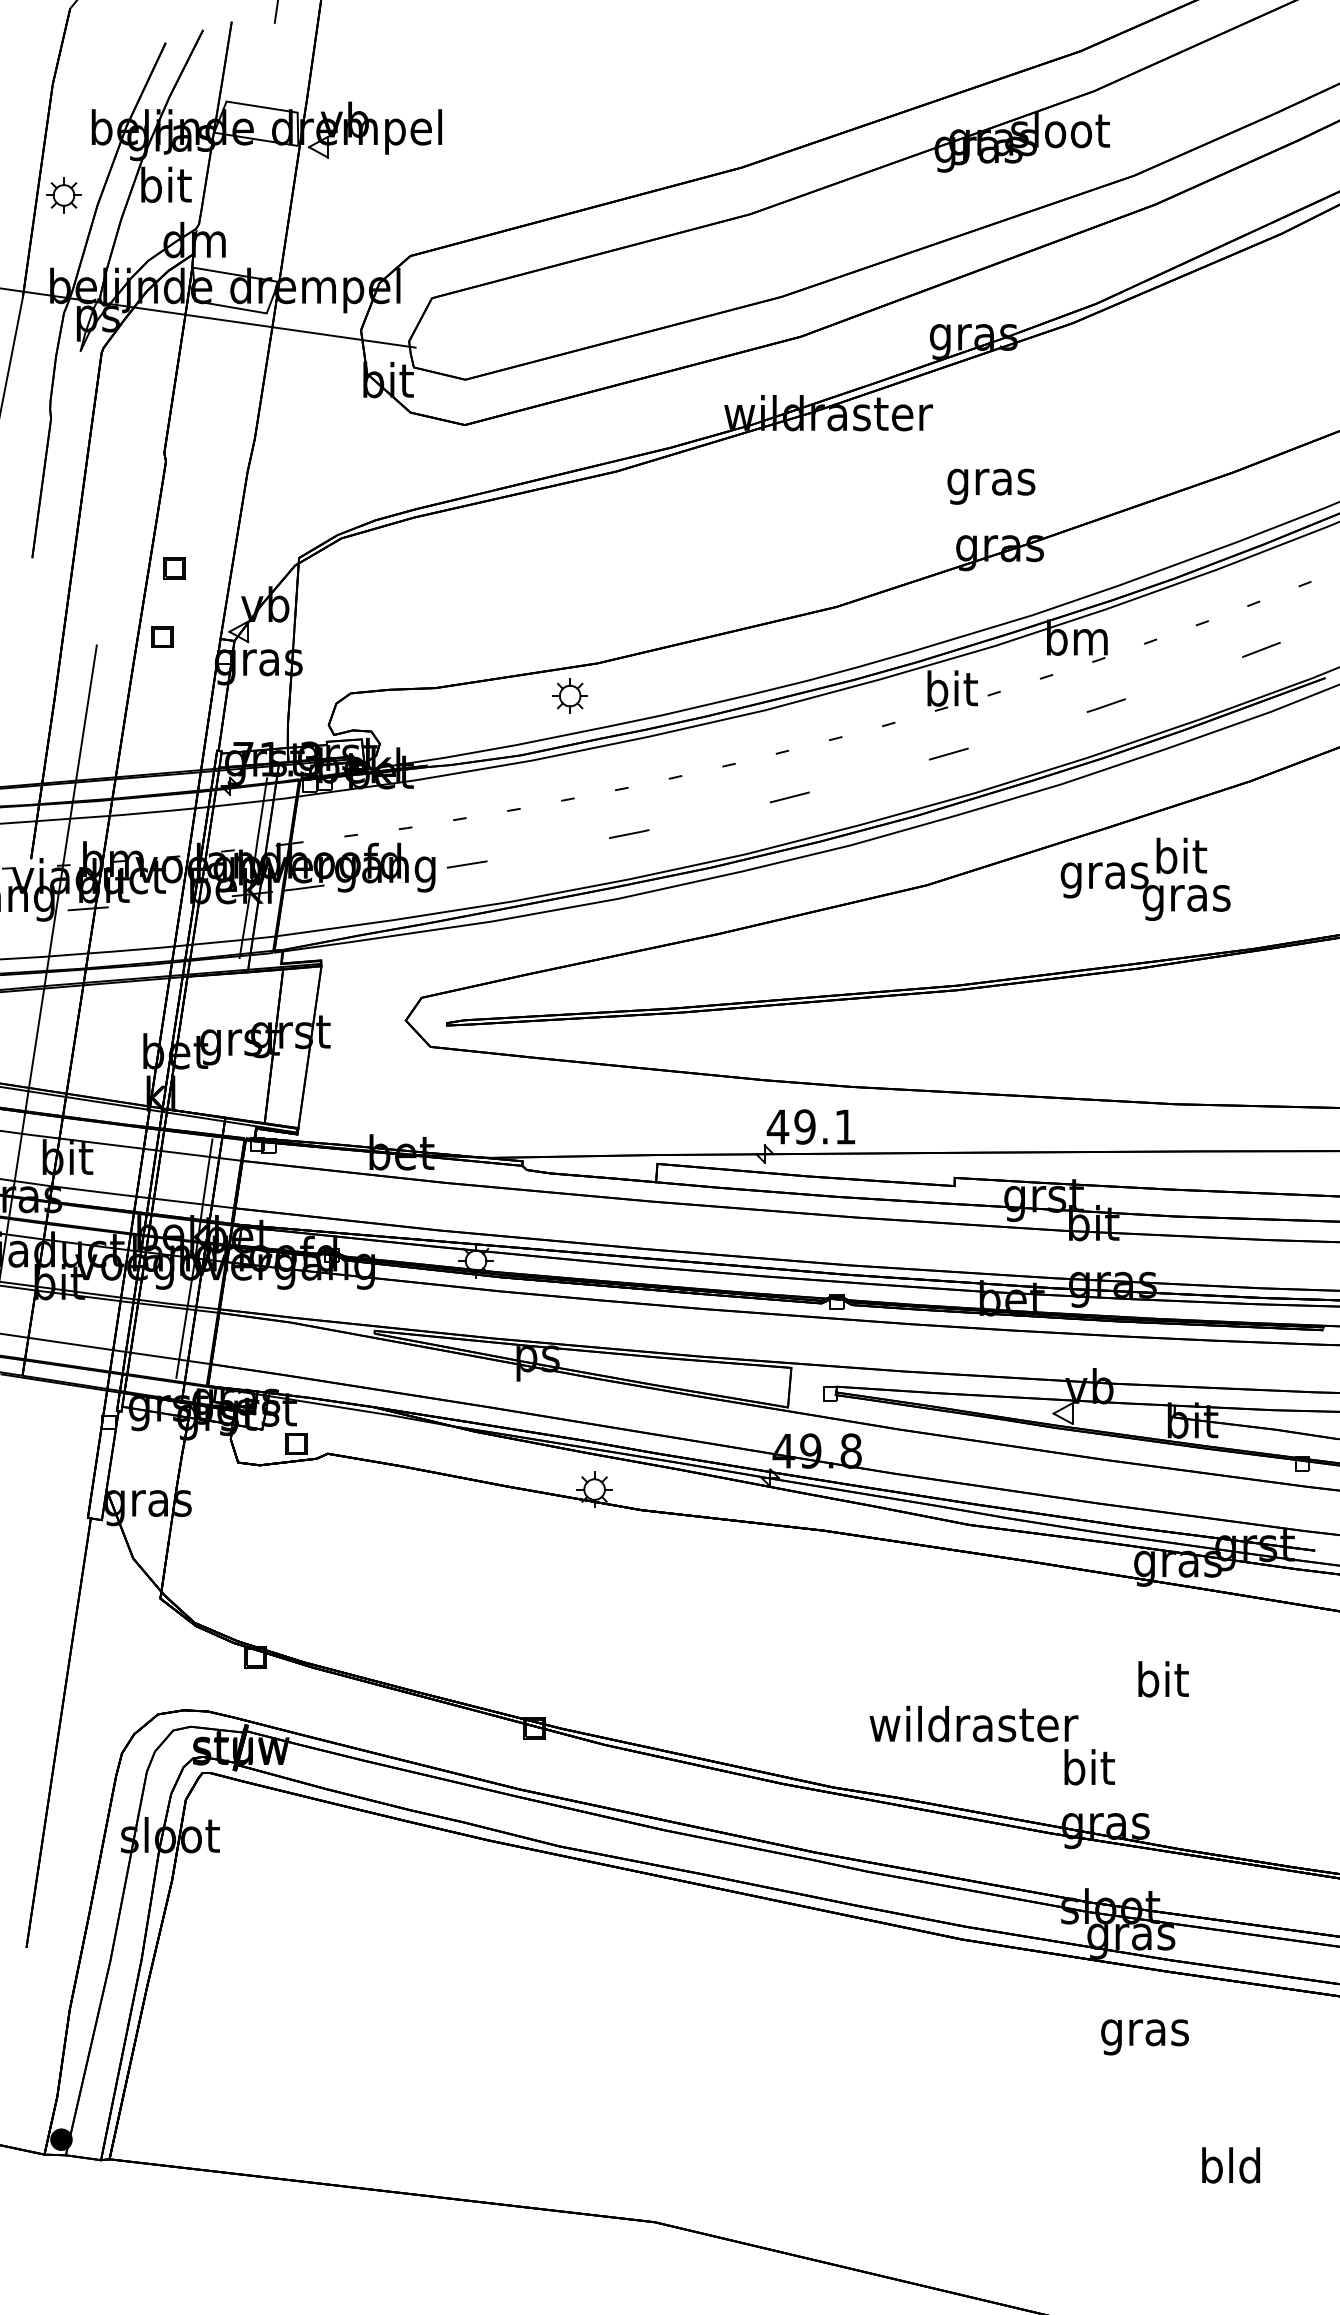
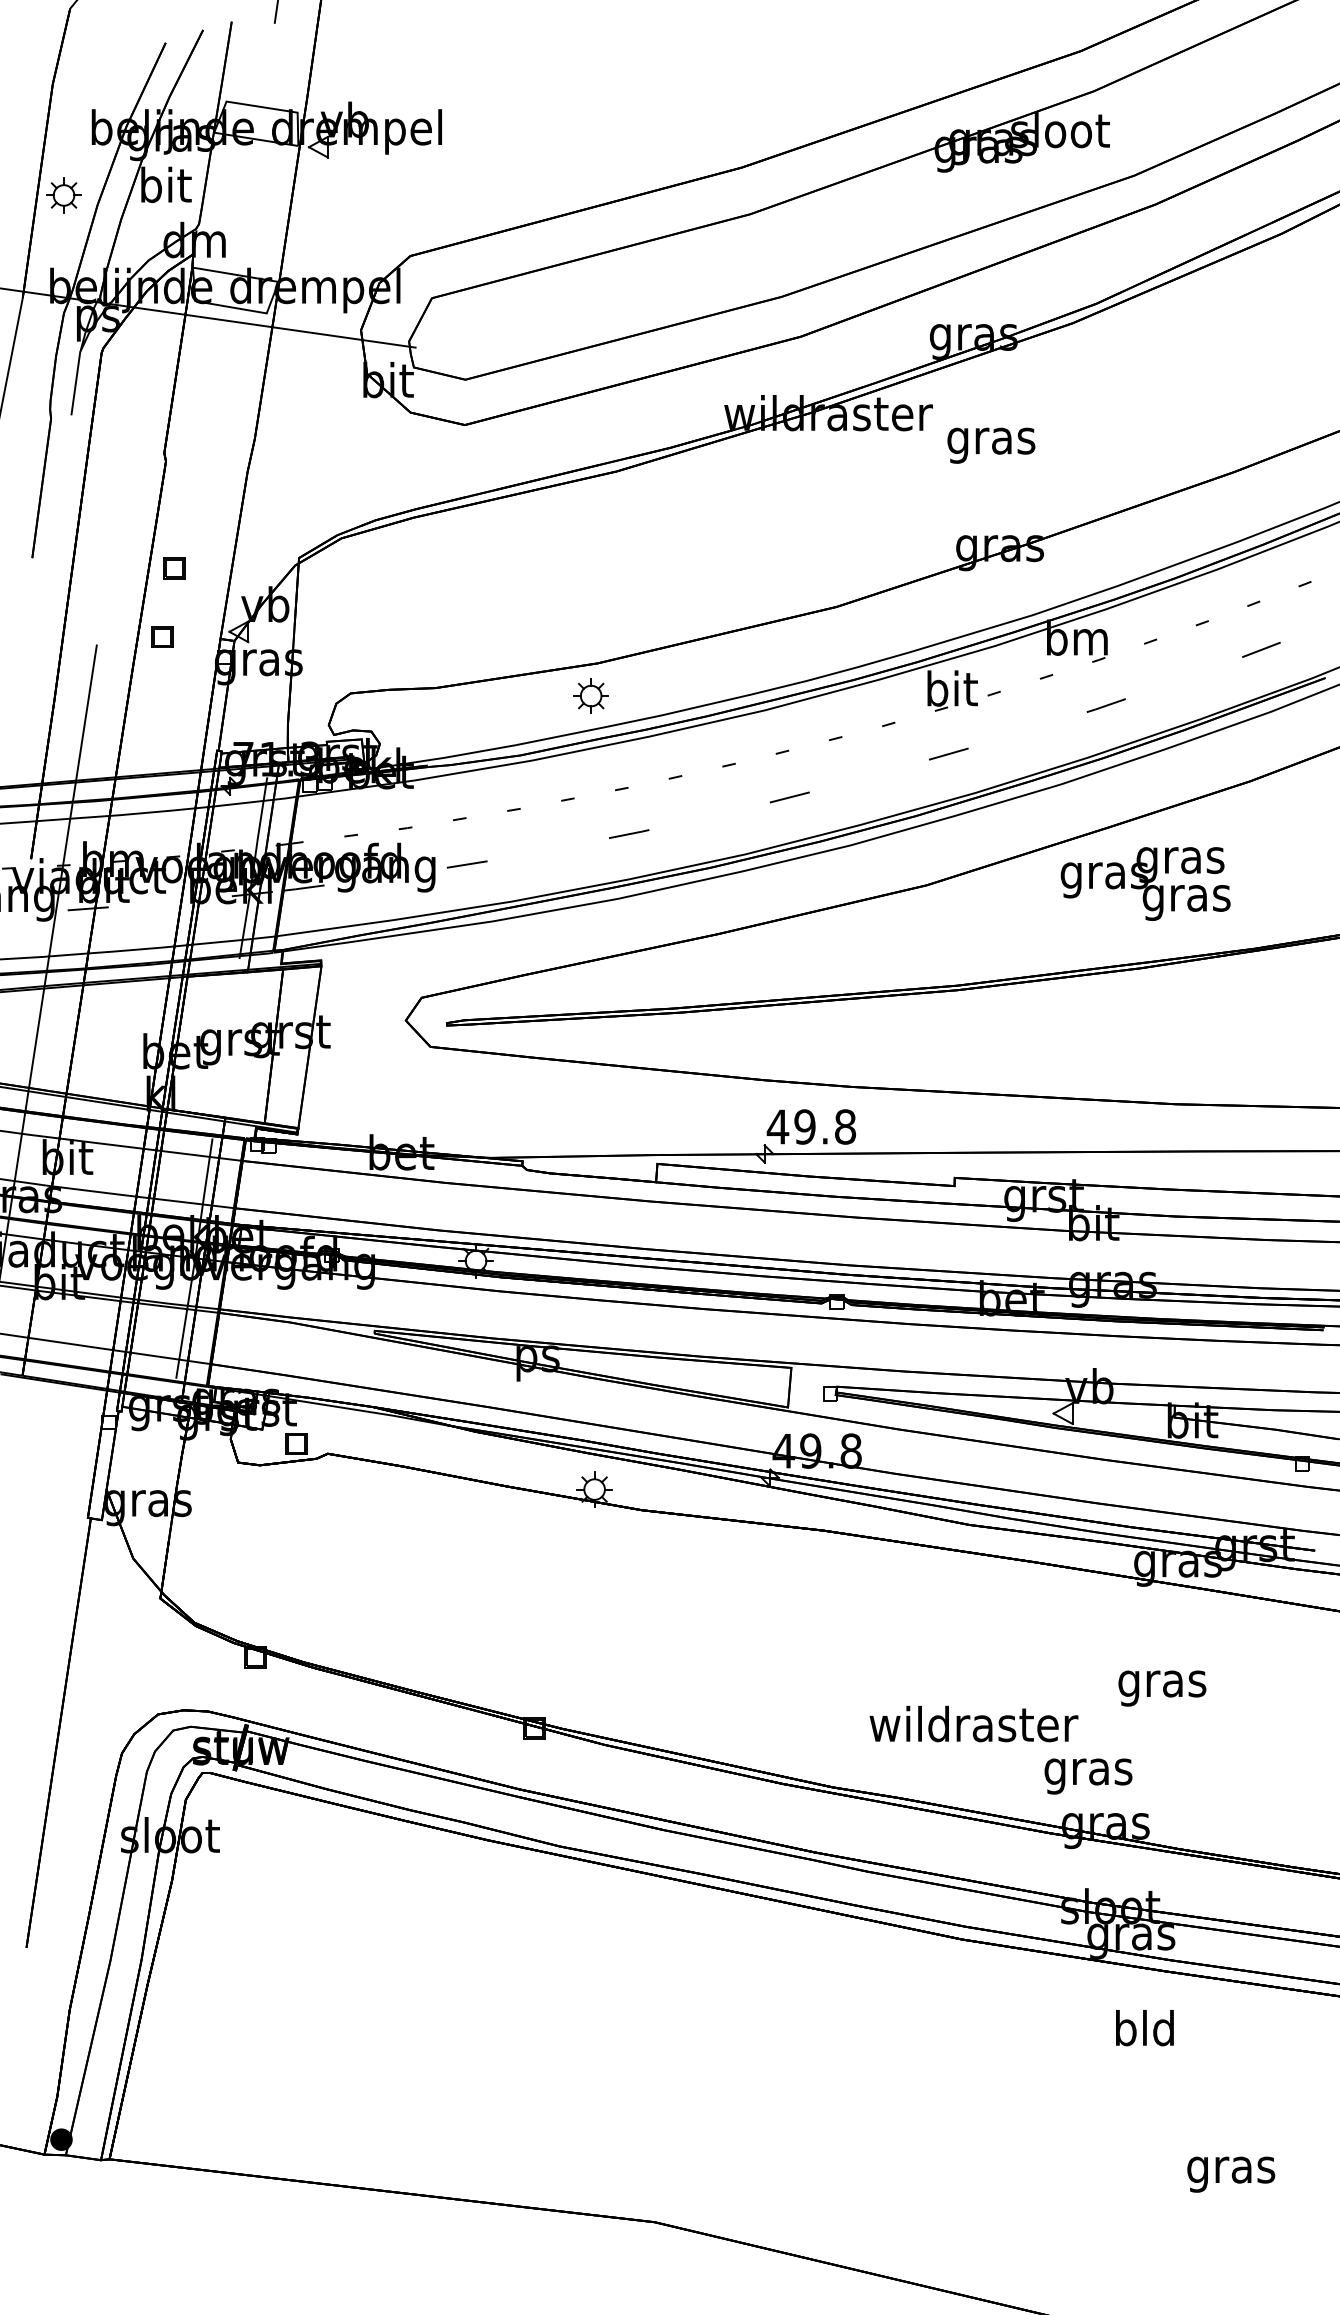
line at (75, 383): none -> present
text at (991, 486) position: (991, 486) -> (991, 445)
part at (569, 695) position: (569, 695) -> (590, 695)
text at (1180, 859): bit -> gras
text at (845, 1126): 49.1 -> 49.8
text at (1162, 1683): bit -> gras
text at (1088, 1771): bit -> gras
text at (1144, 2032): gras -> bld
text at (1231, 2169): bld -> gras
